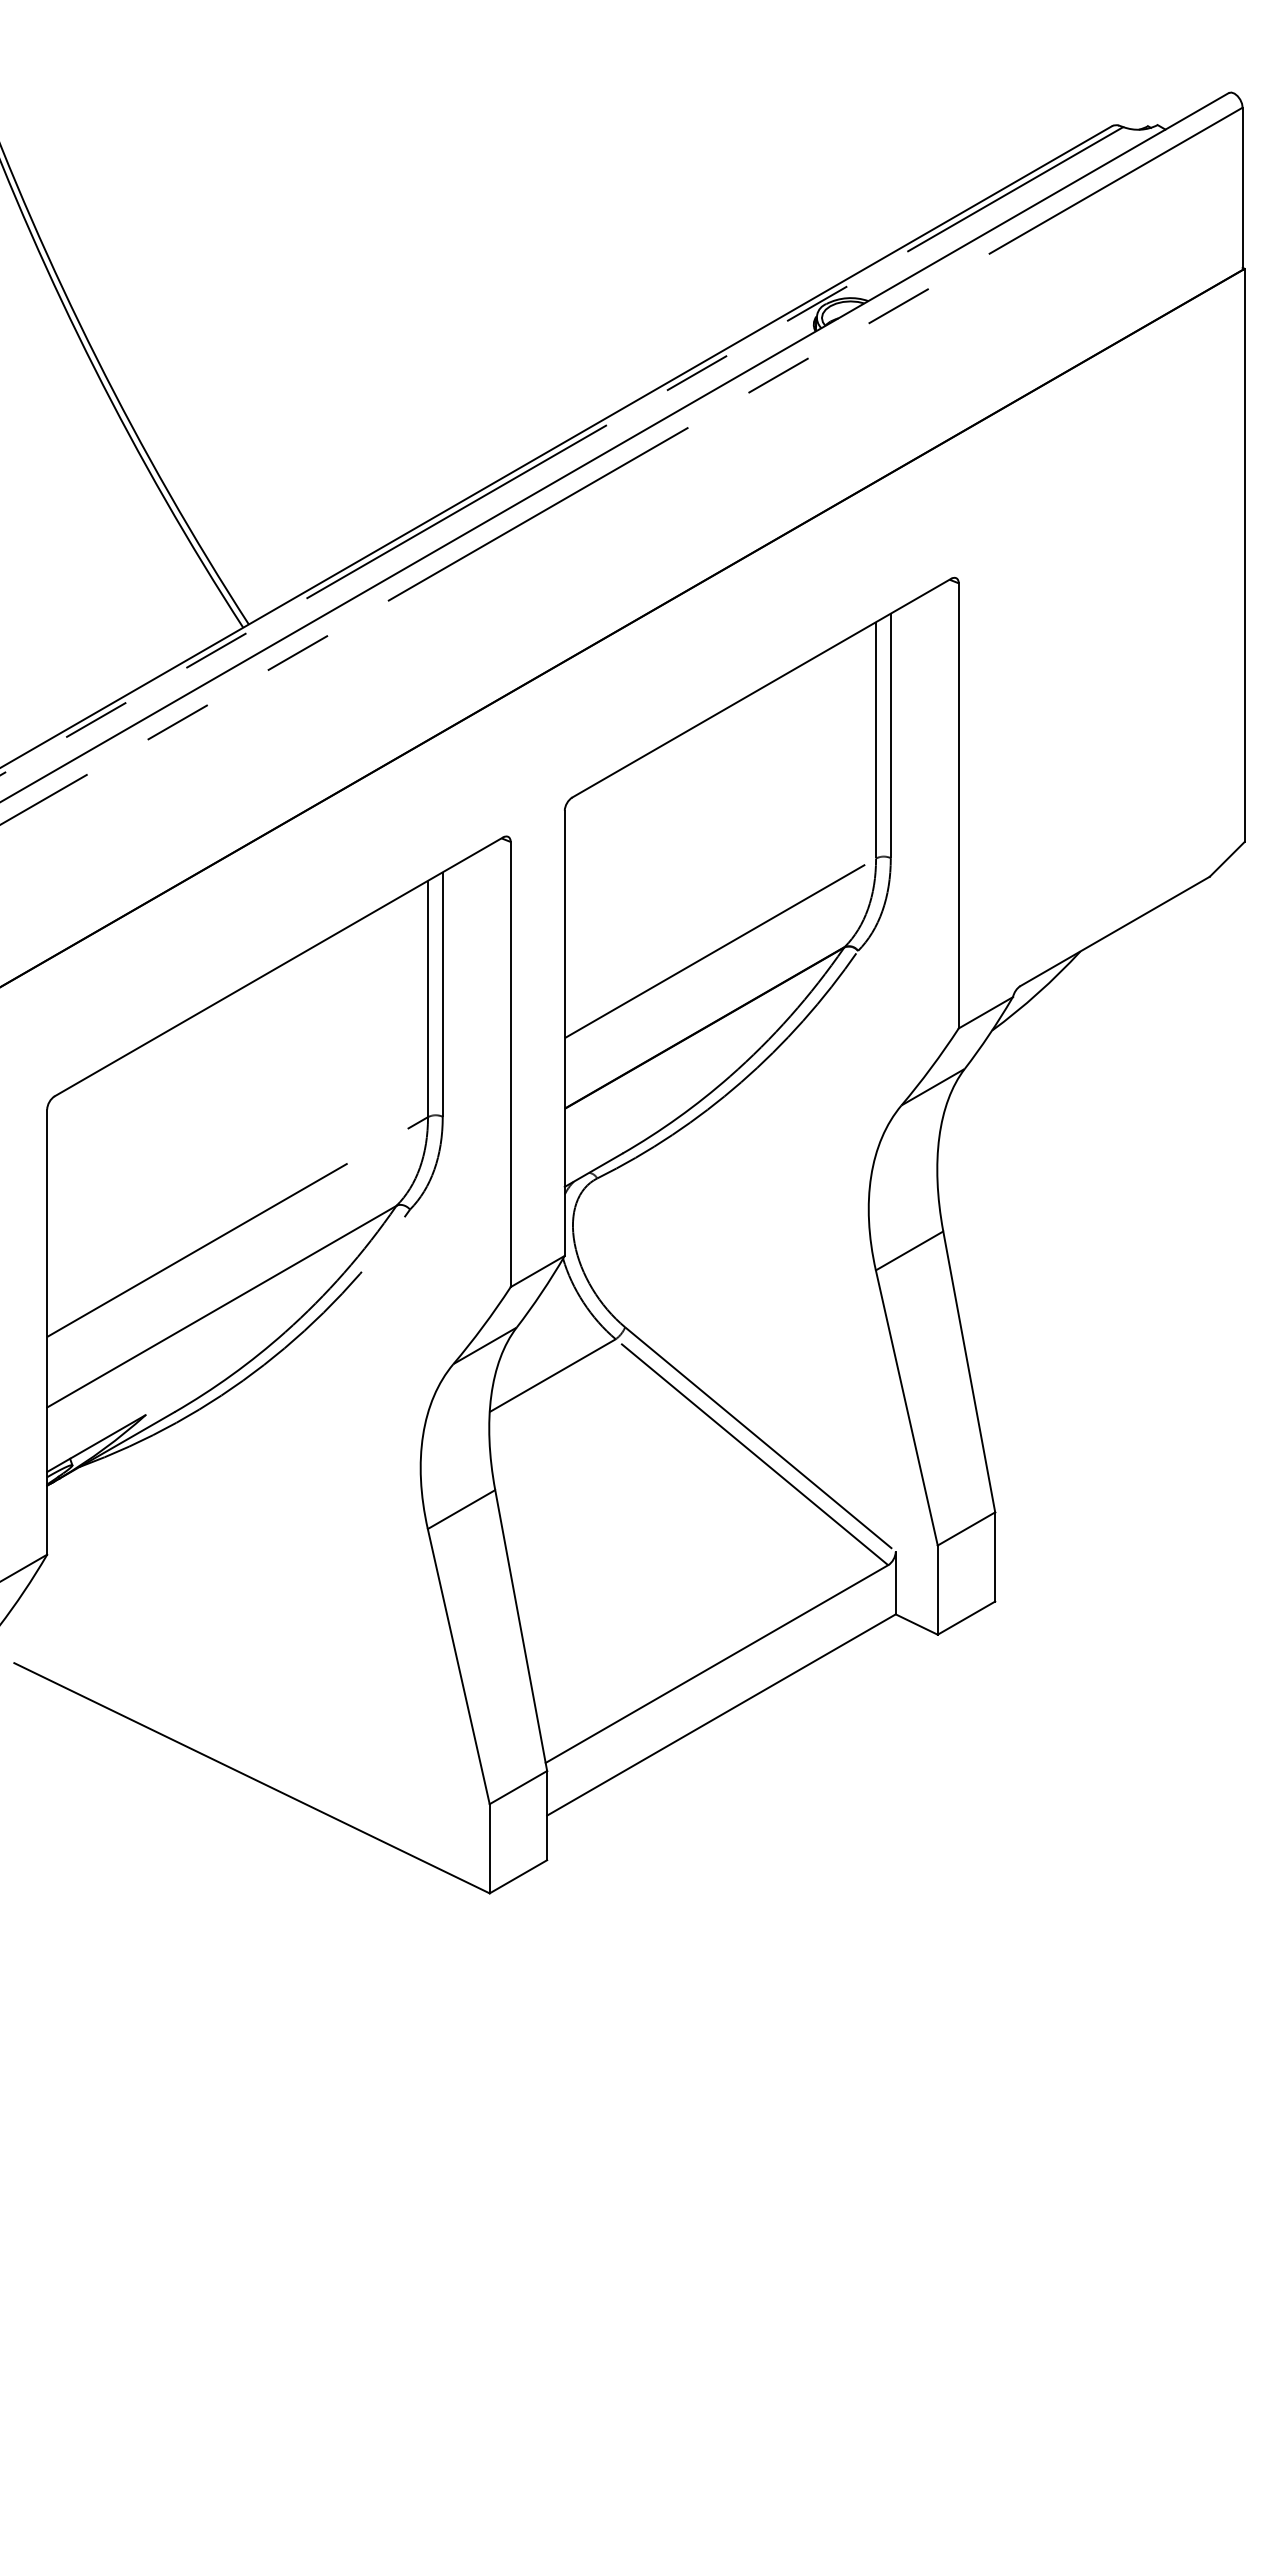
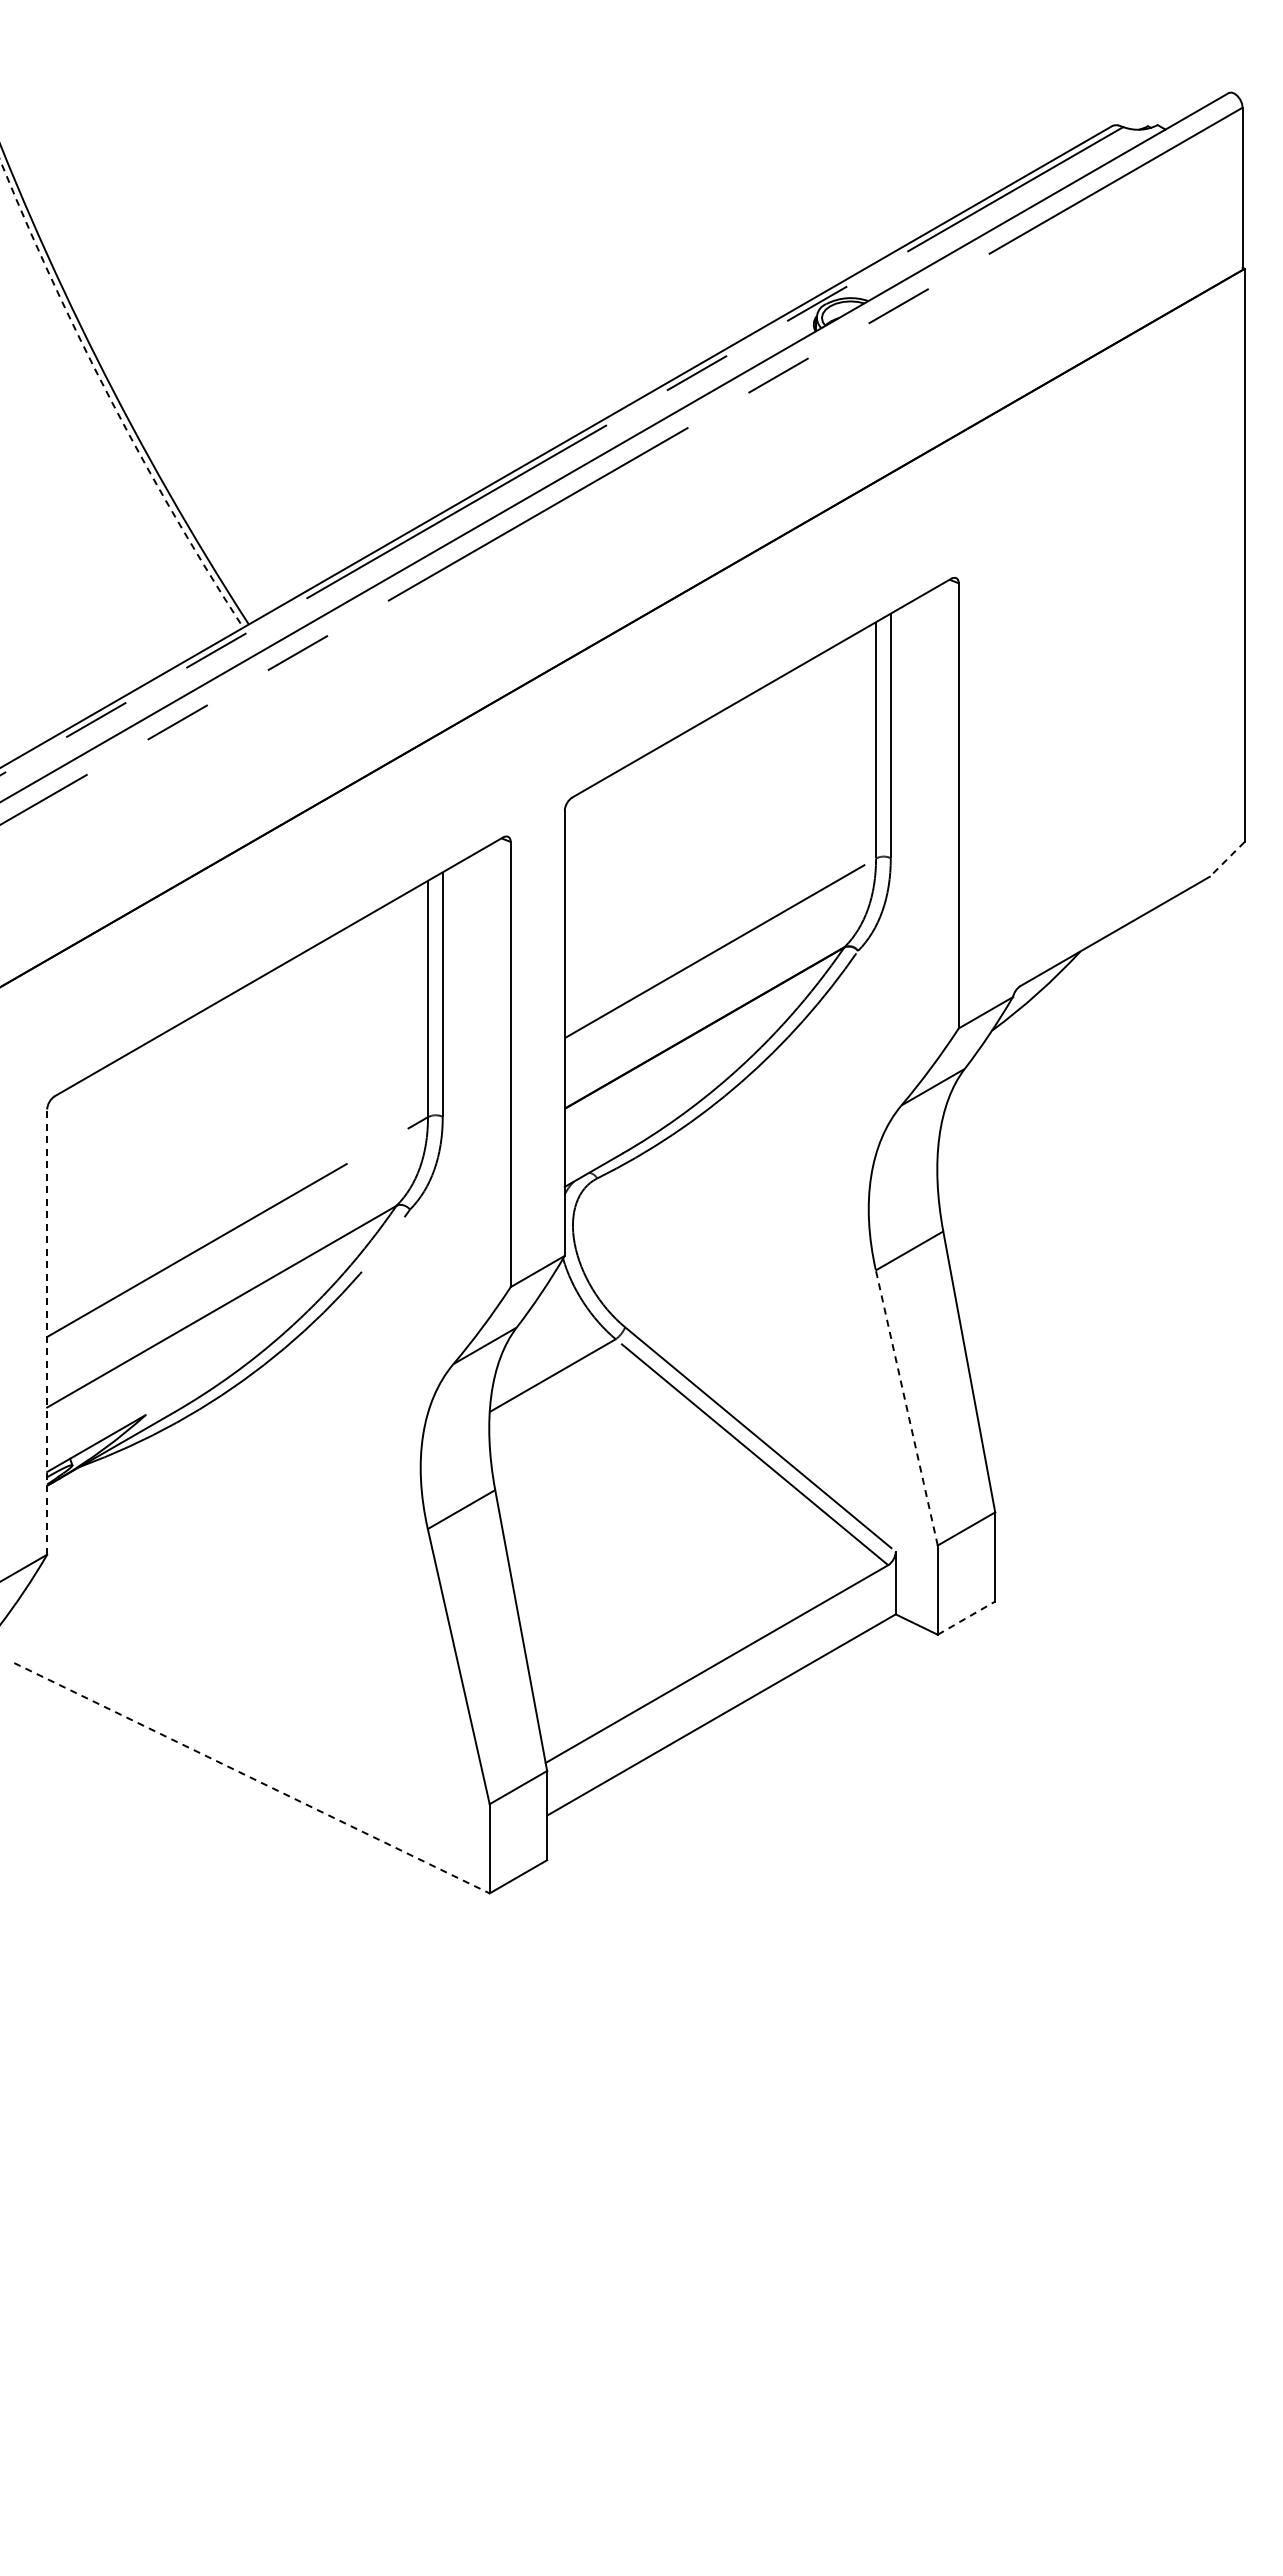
arc at (110, 400): solid -> dashed
line at (1227, 859): solid -> dashed
line at (47, 1332): solid -> dashed
line at (906, 1407): solid -> dashed
line at (966, 1617): solid -> dashed
line at (252, 1778): solid -> dashed
